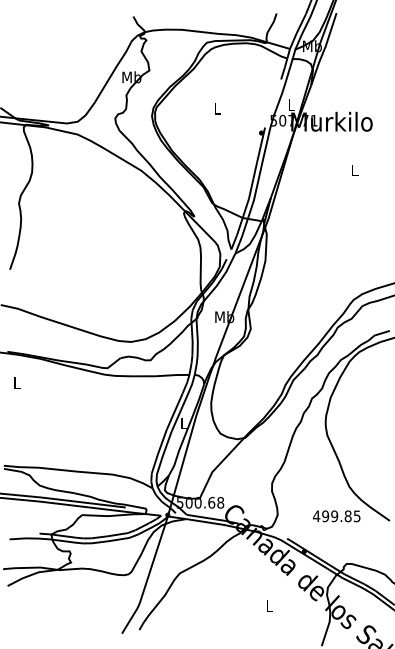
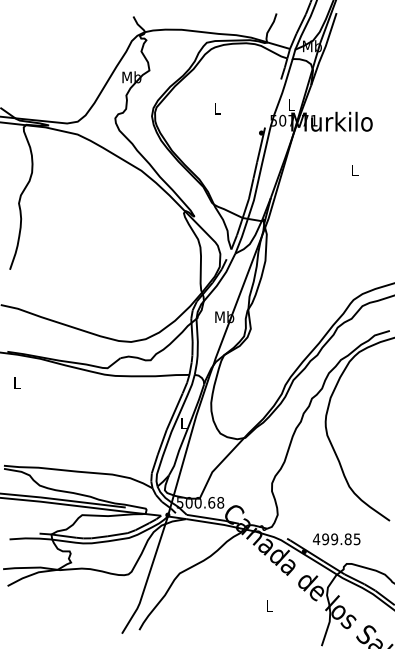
text at (336, 516) position: (336, 516) -> (336, 539)
